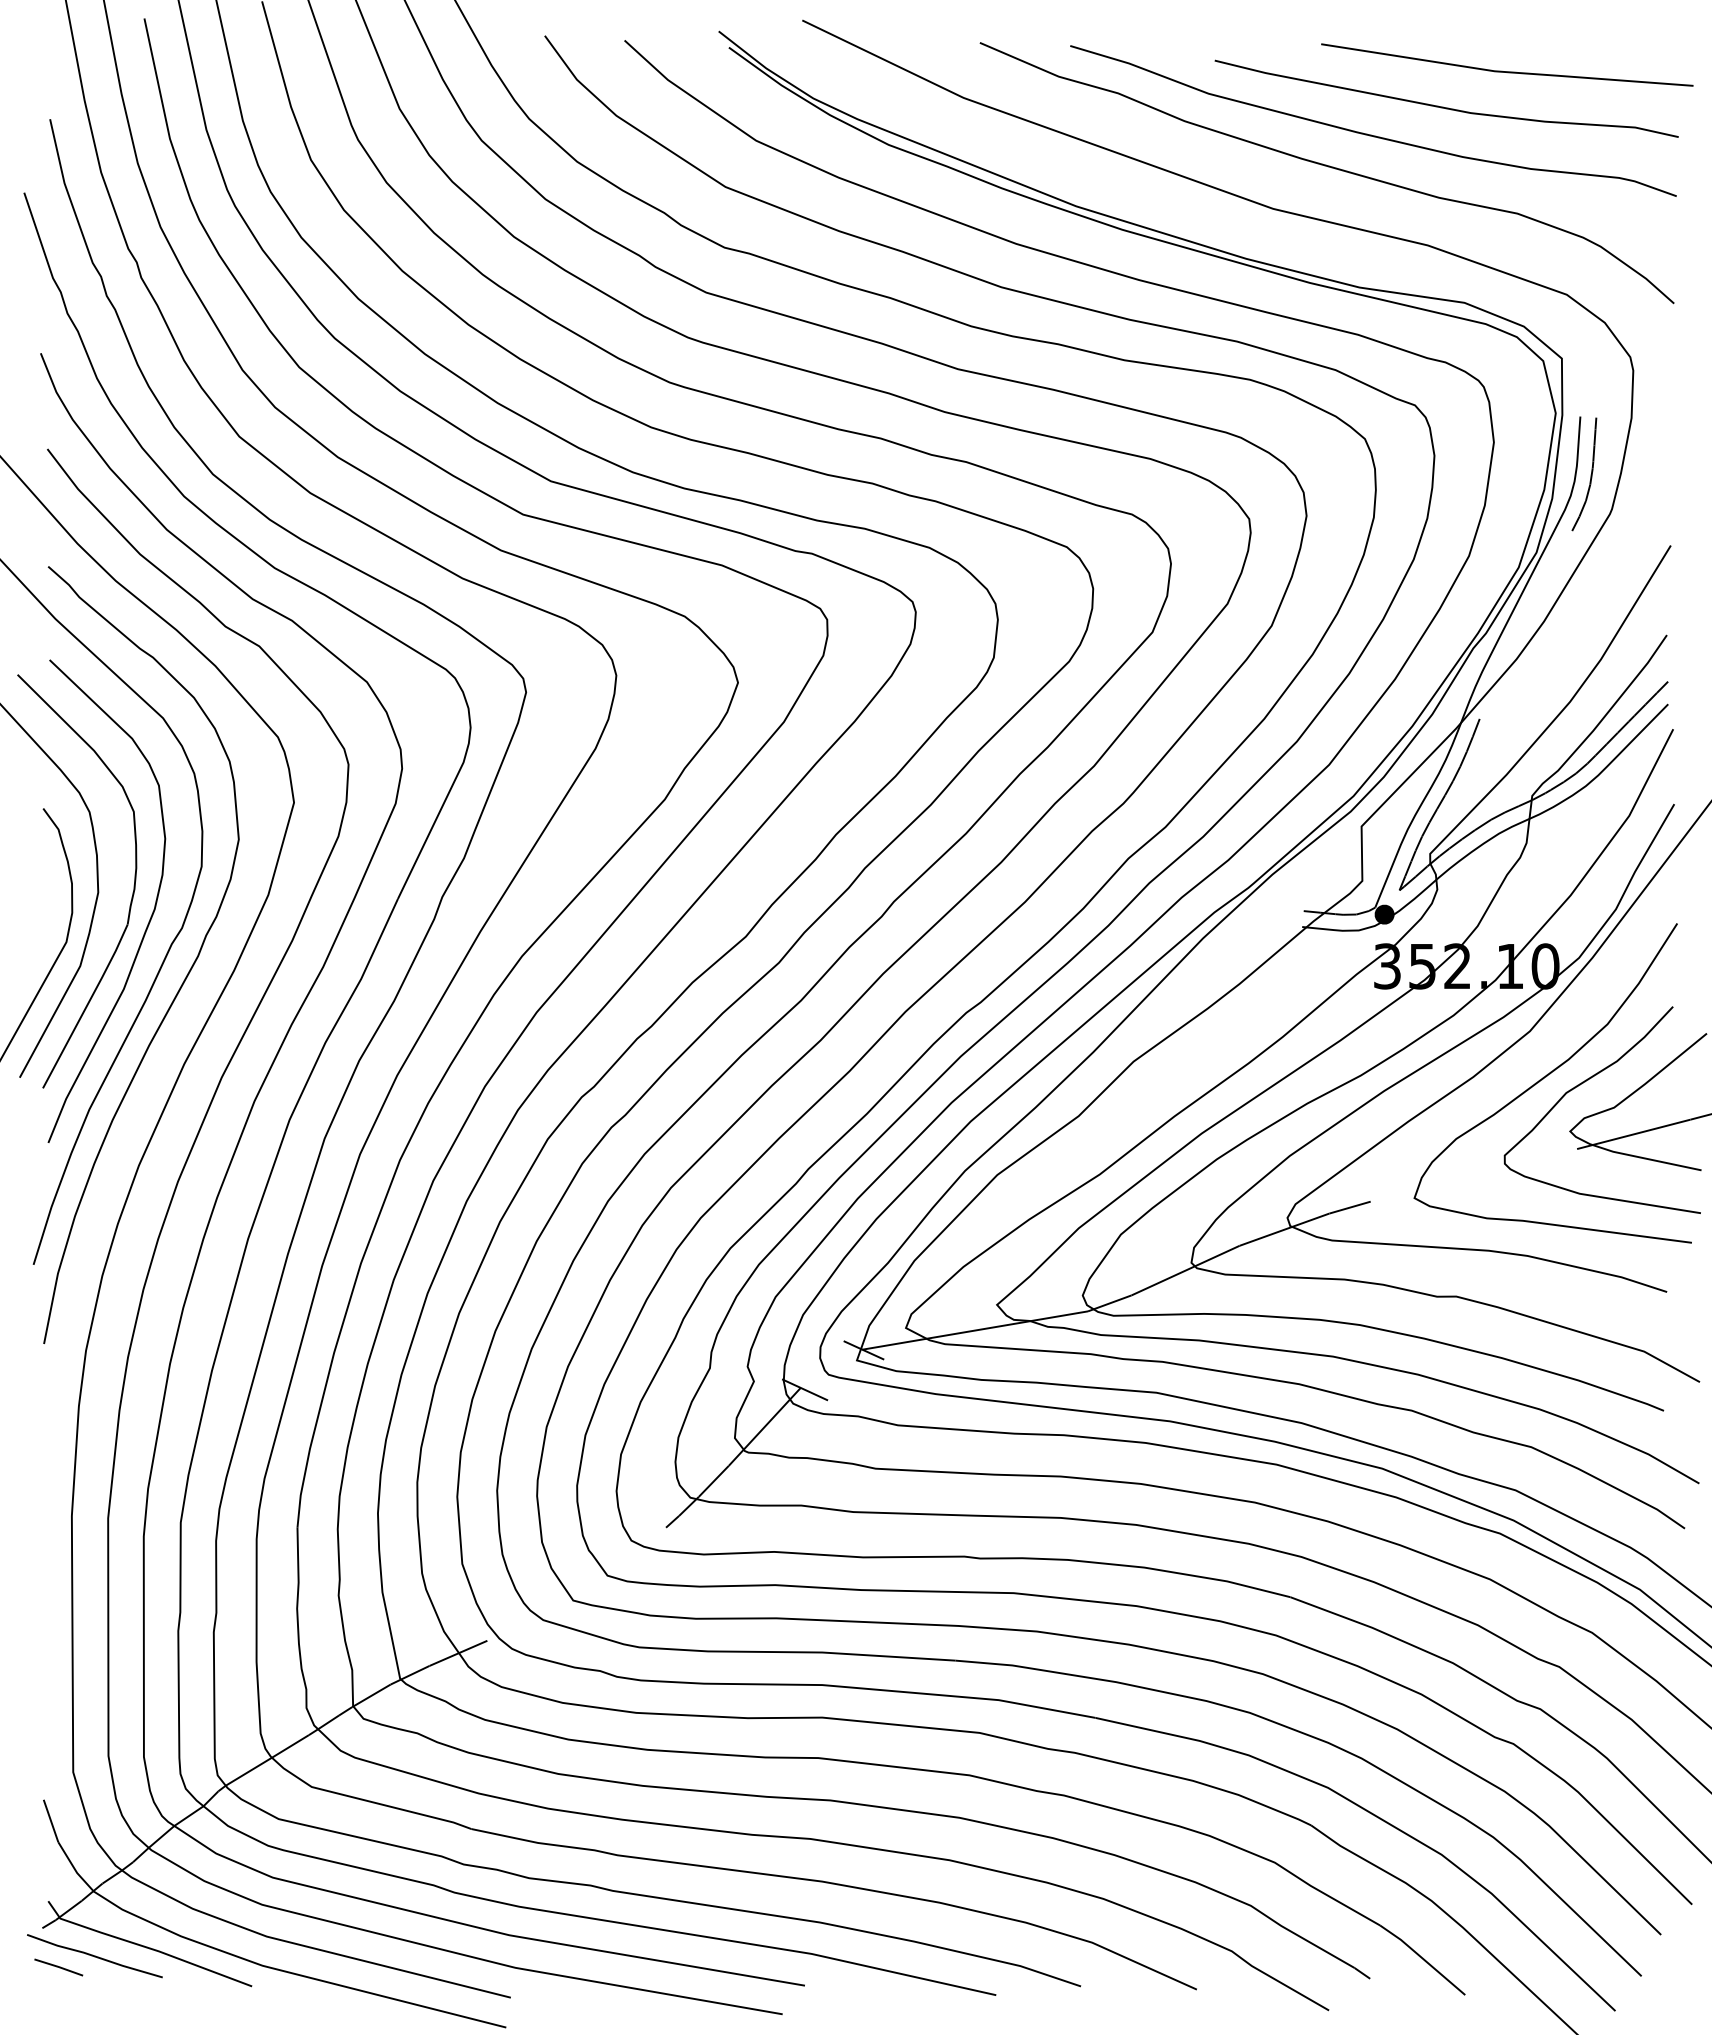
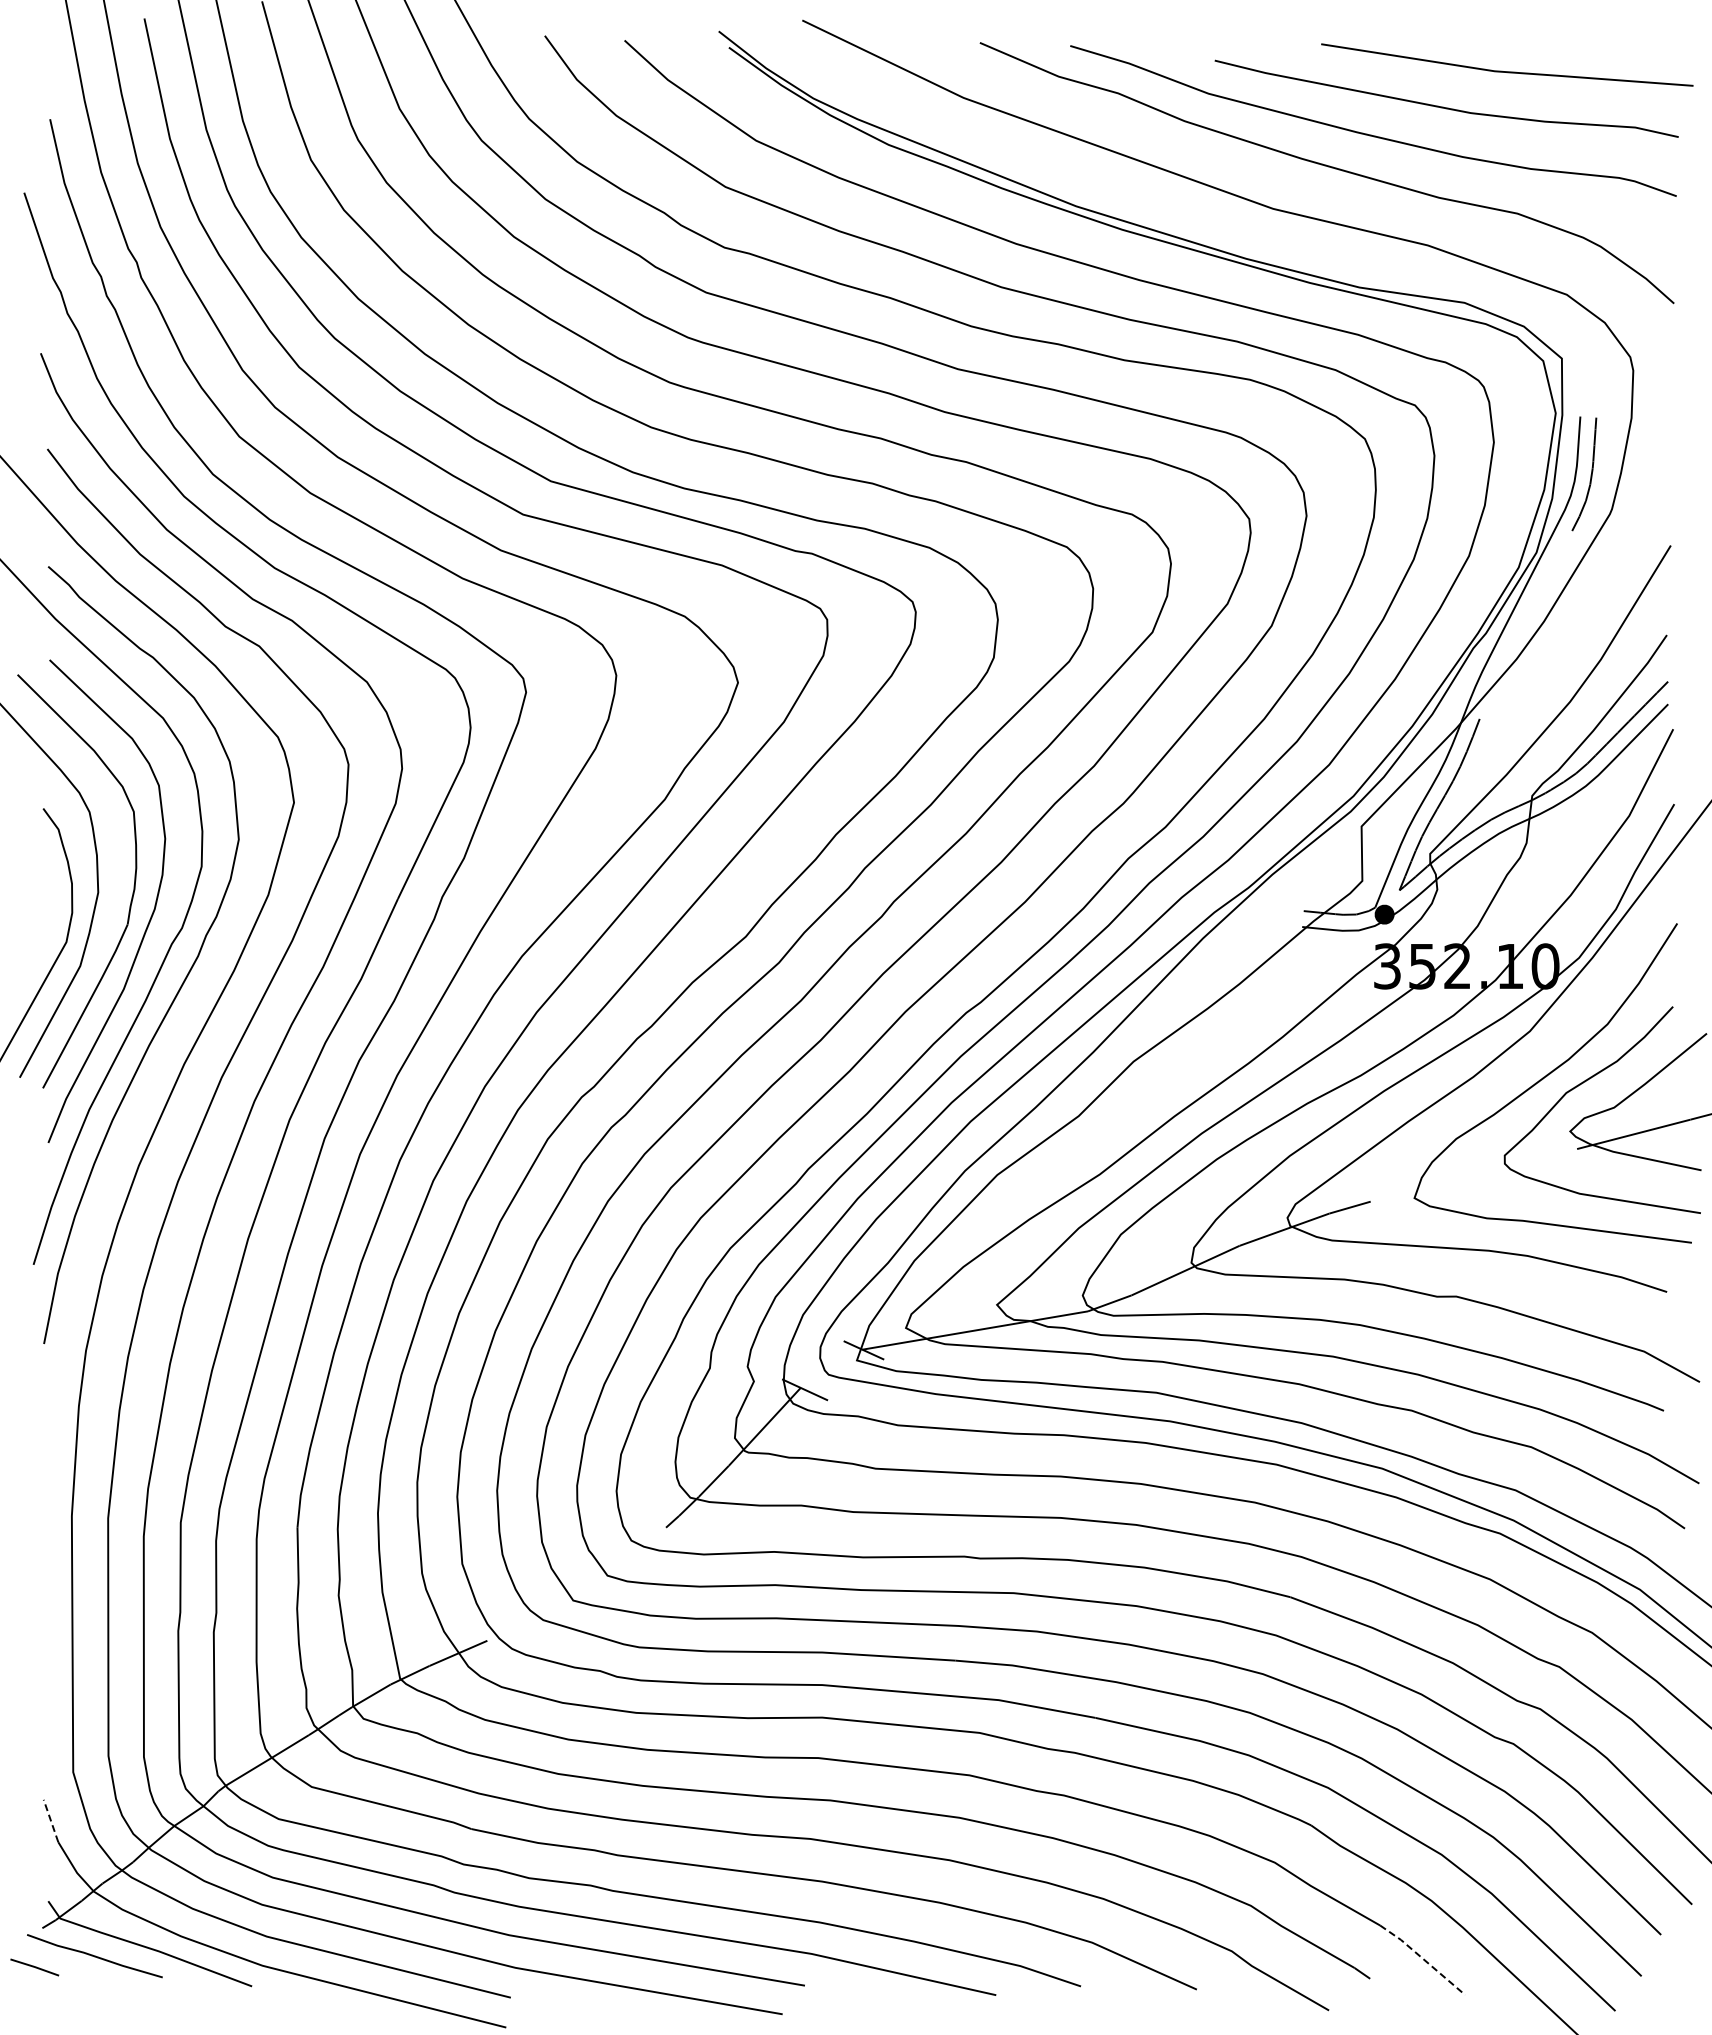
line at (50, 1820): solid -> dashed
line at (1422, 1958): solid -> dashed
line at (58, 1967) position: (58, 1967) -> (34, 1967)
